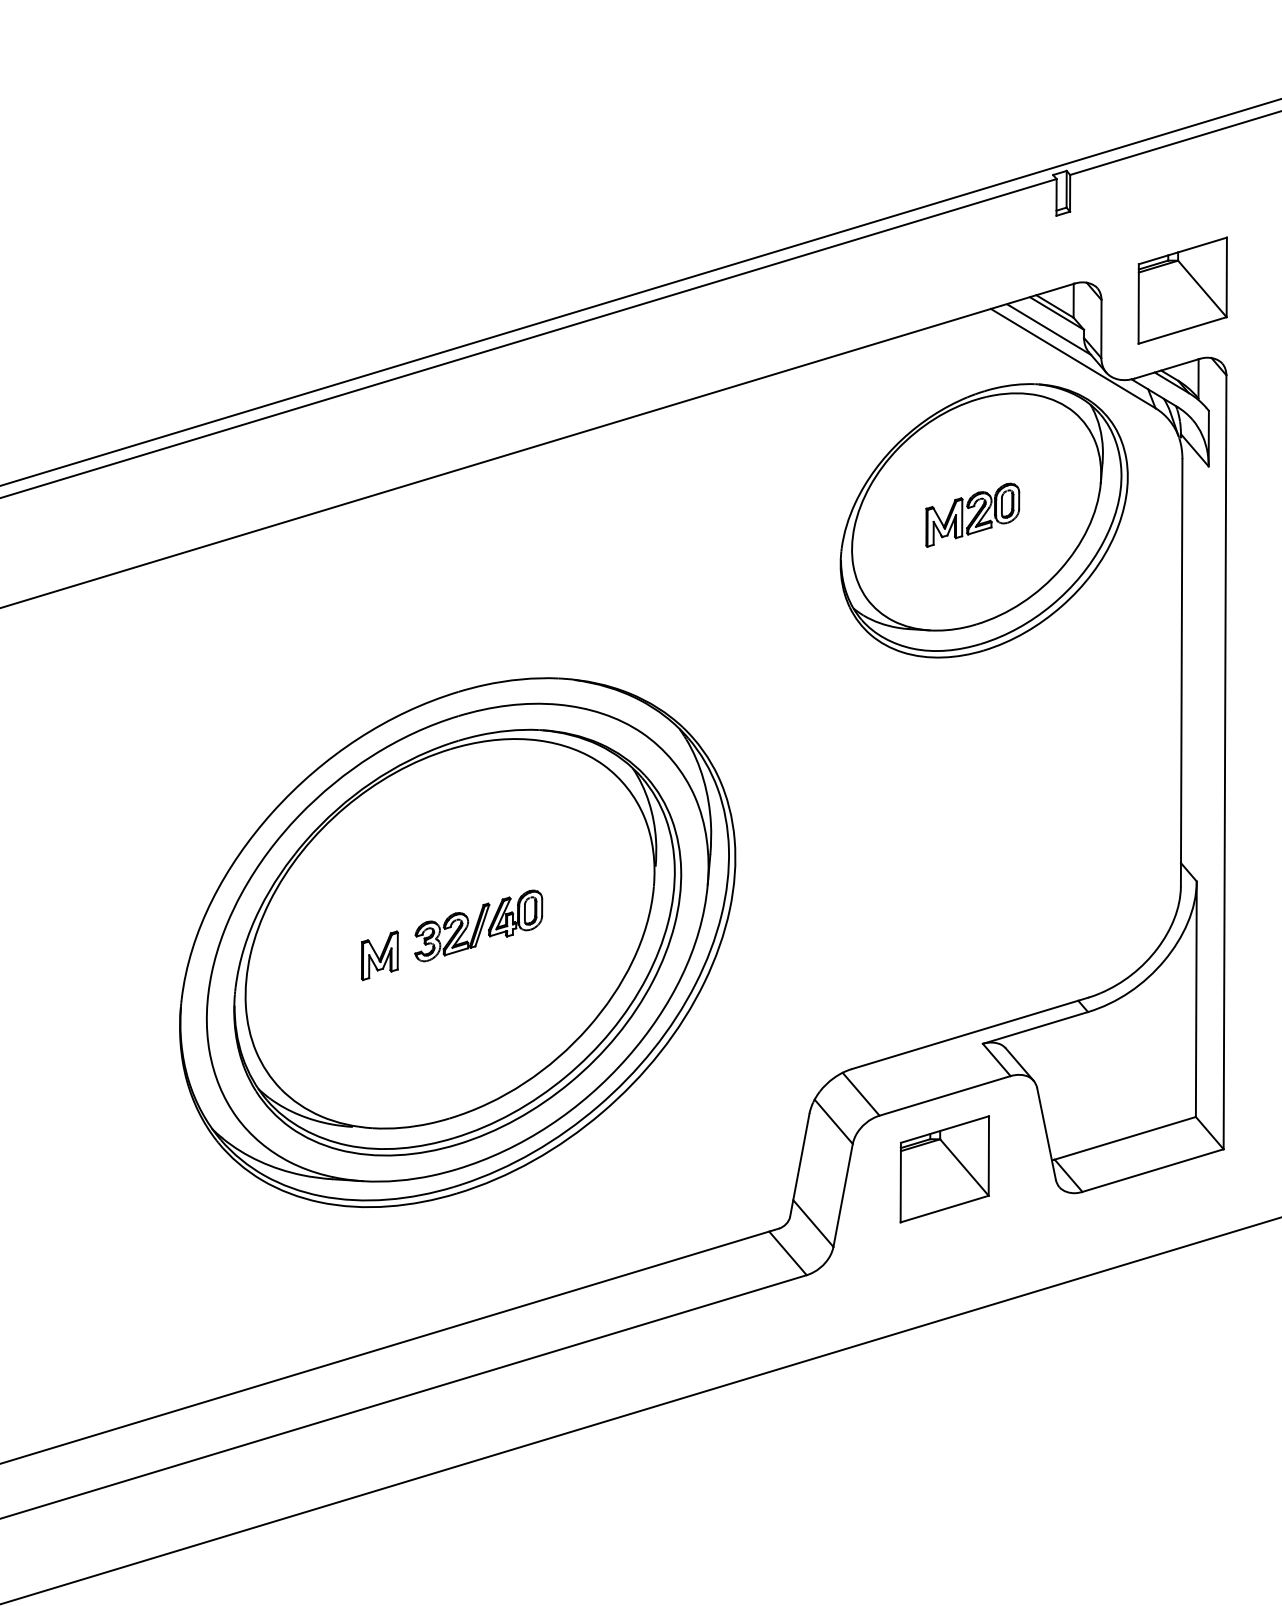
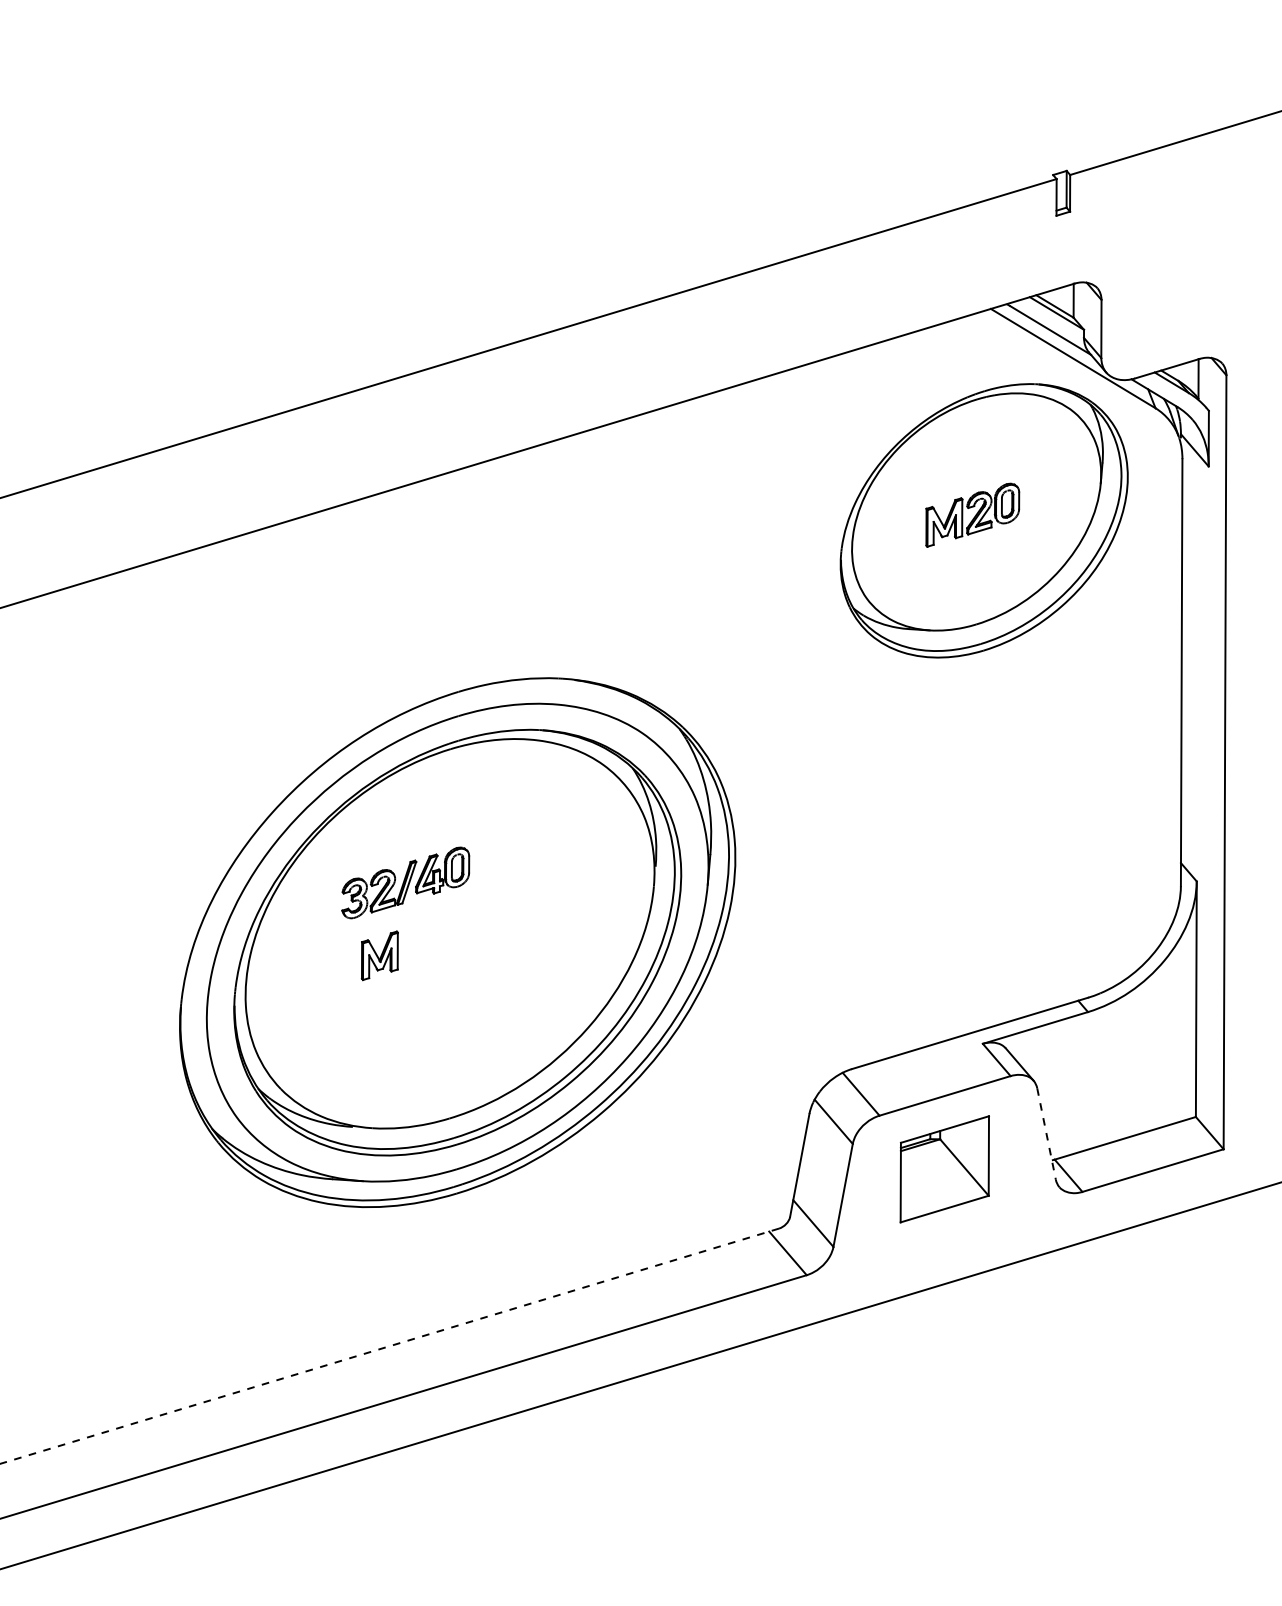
part at (1182, 290): present -> none
line at (640, 292): present -> none
part at (478, 925) position: (478, 925) -> (405, 882)
line at (1046, 1134): solid -> dashed
line at (389, 1346): solid -> dashed
line at (641, 1410) position: (641, 1410) -> (640, 1375)
